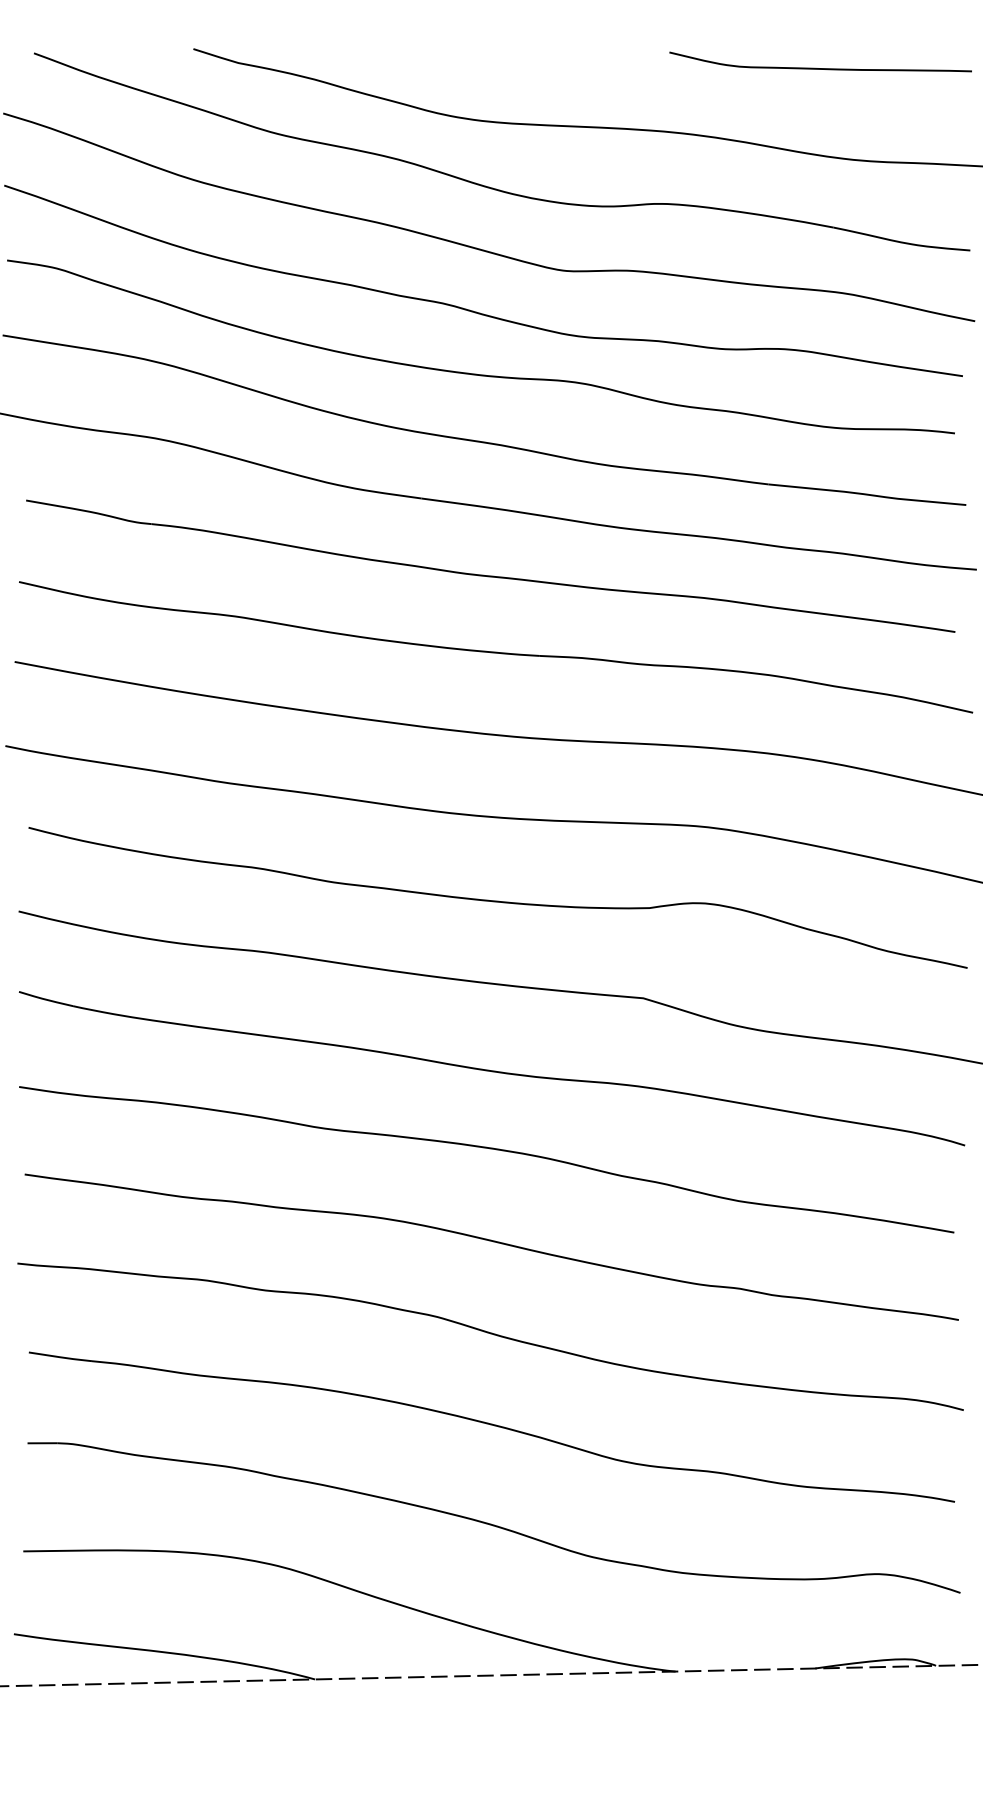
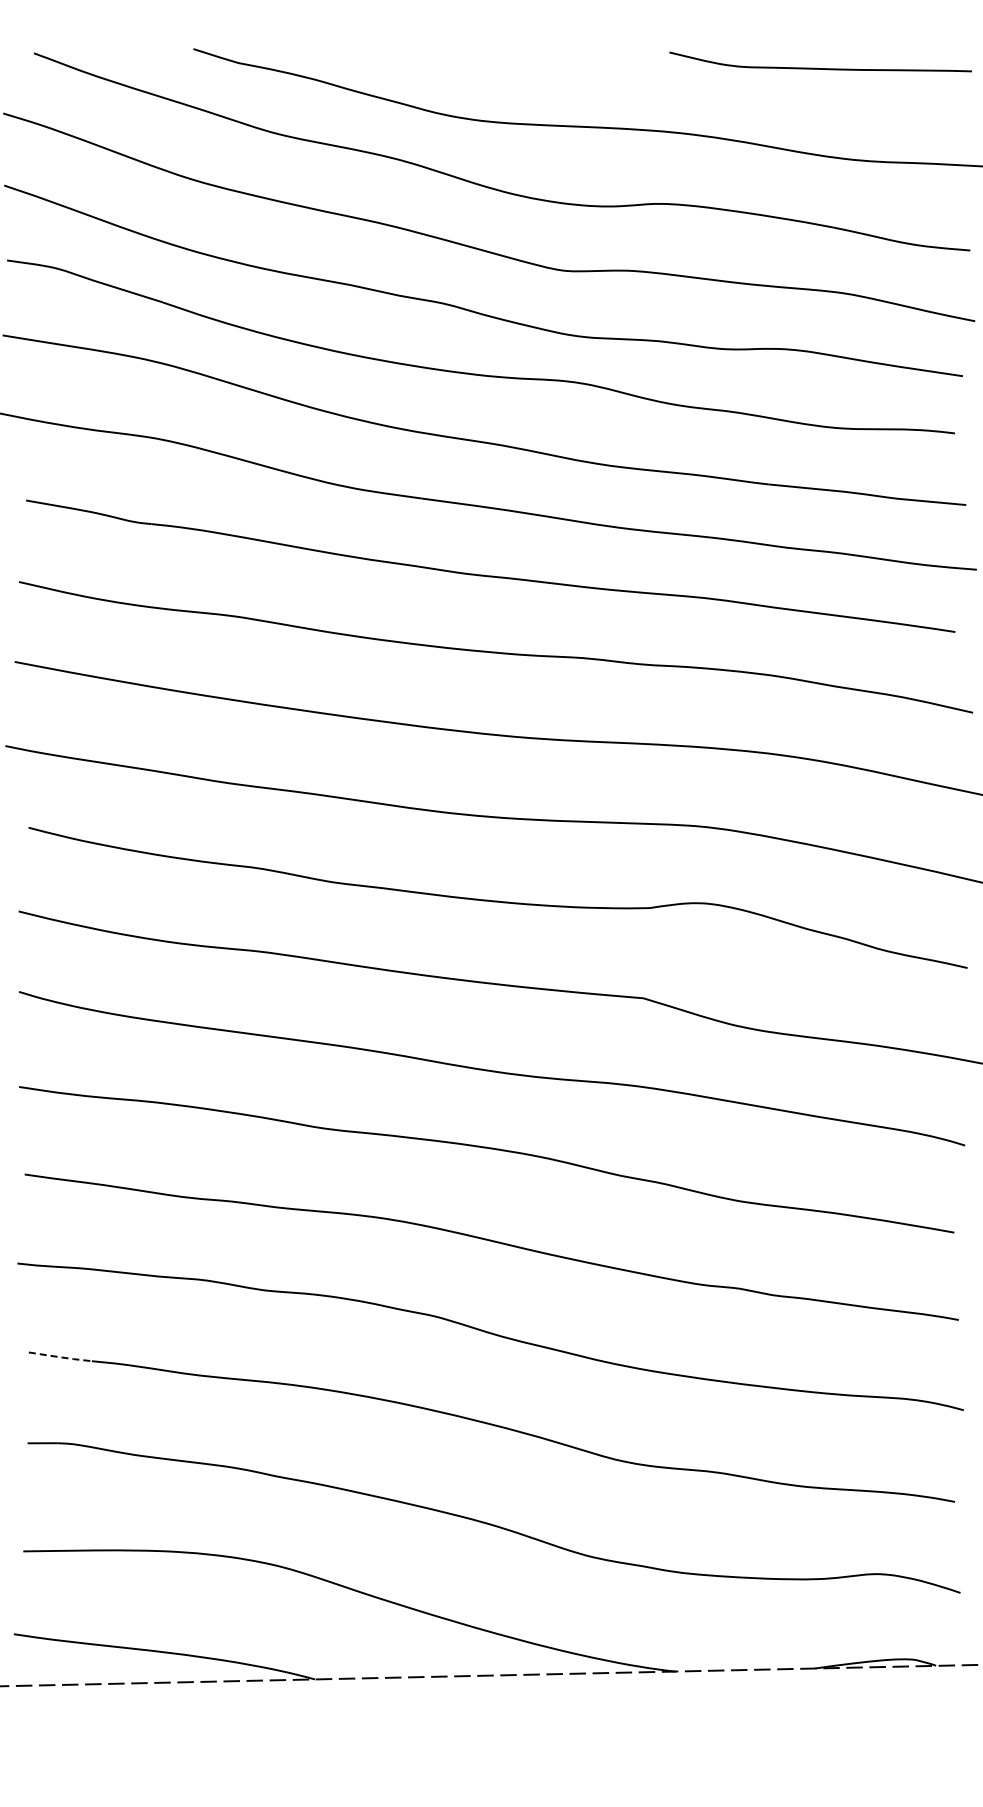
line at (60, 1357): solid -> dashed
